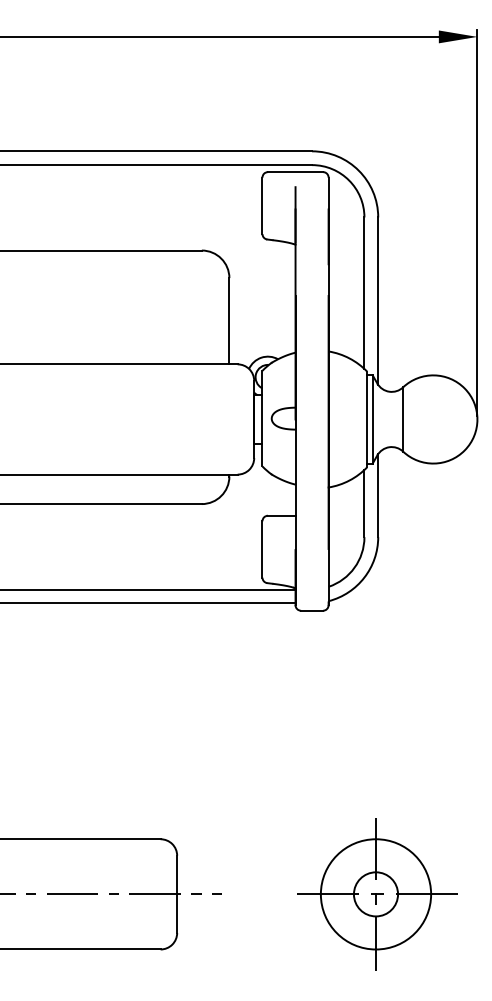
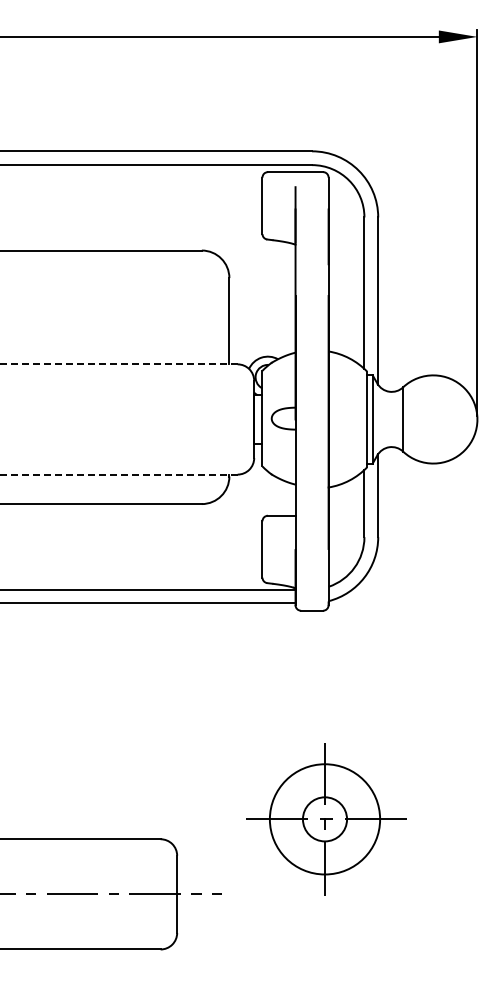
line at (118, 364): solid -> dashed
line at (118, 474): solid -> dashed
part at (377, 894) position: (377, 894) -> (326, 819)
